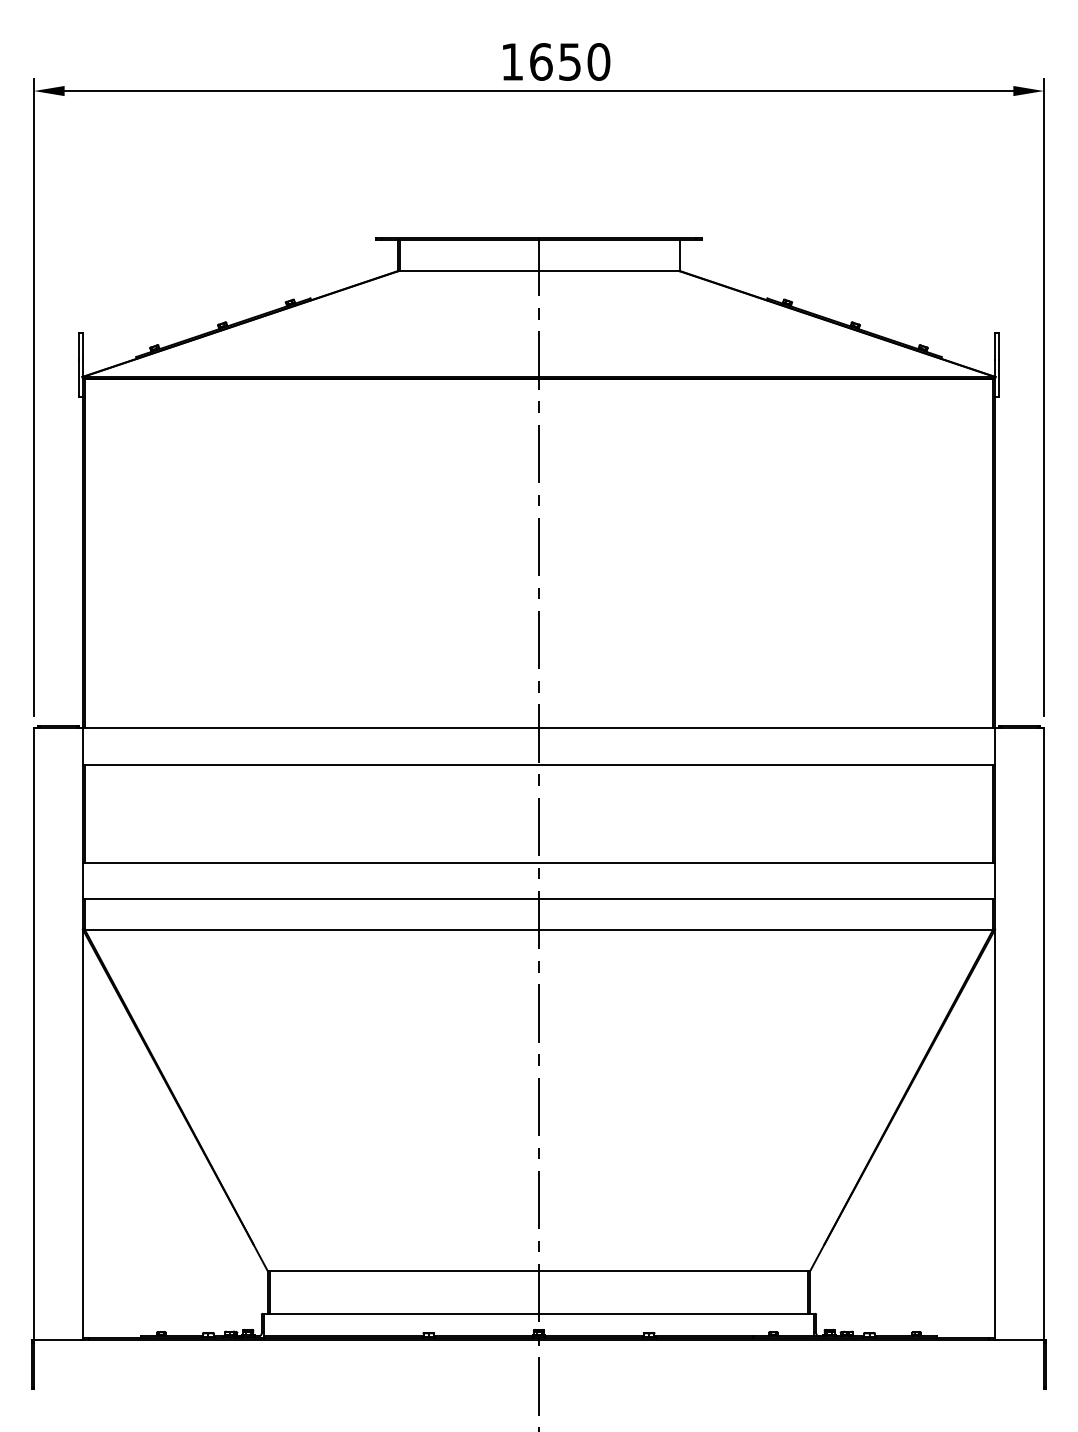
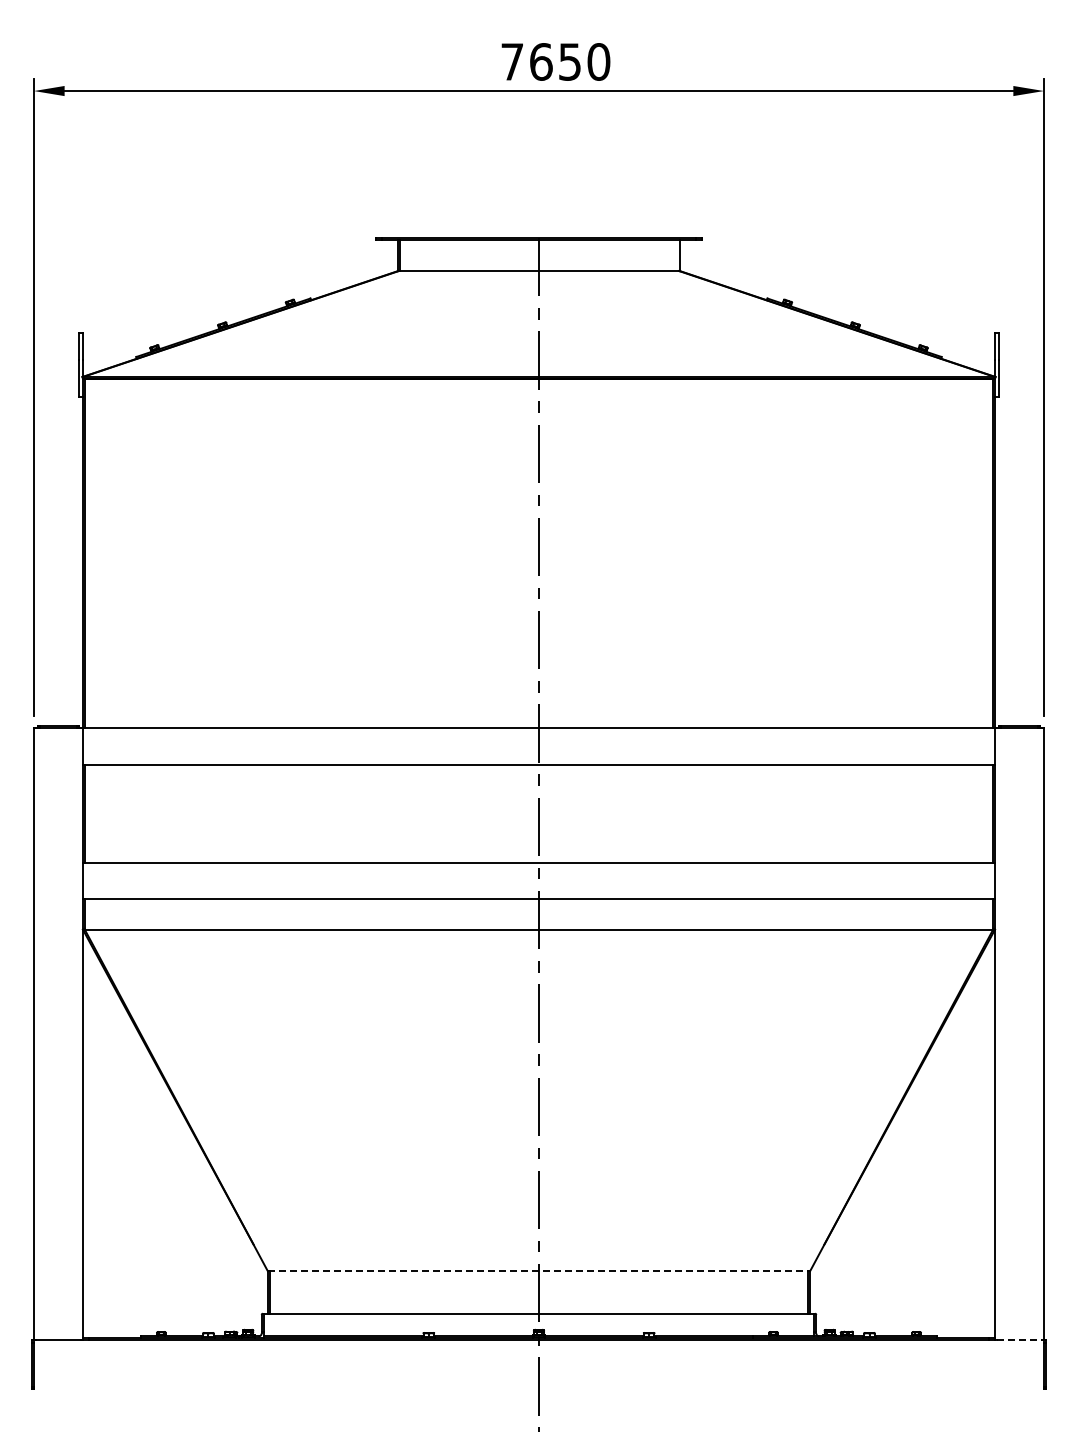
text at (511, 61): 1650 -> 7650
line at (539, 1271): solid -> dashed
line at (1019, 1340): solid -> dashed
